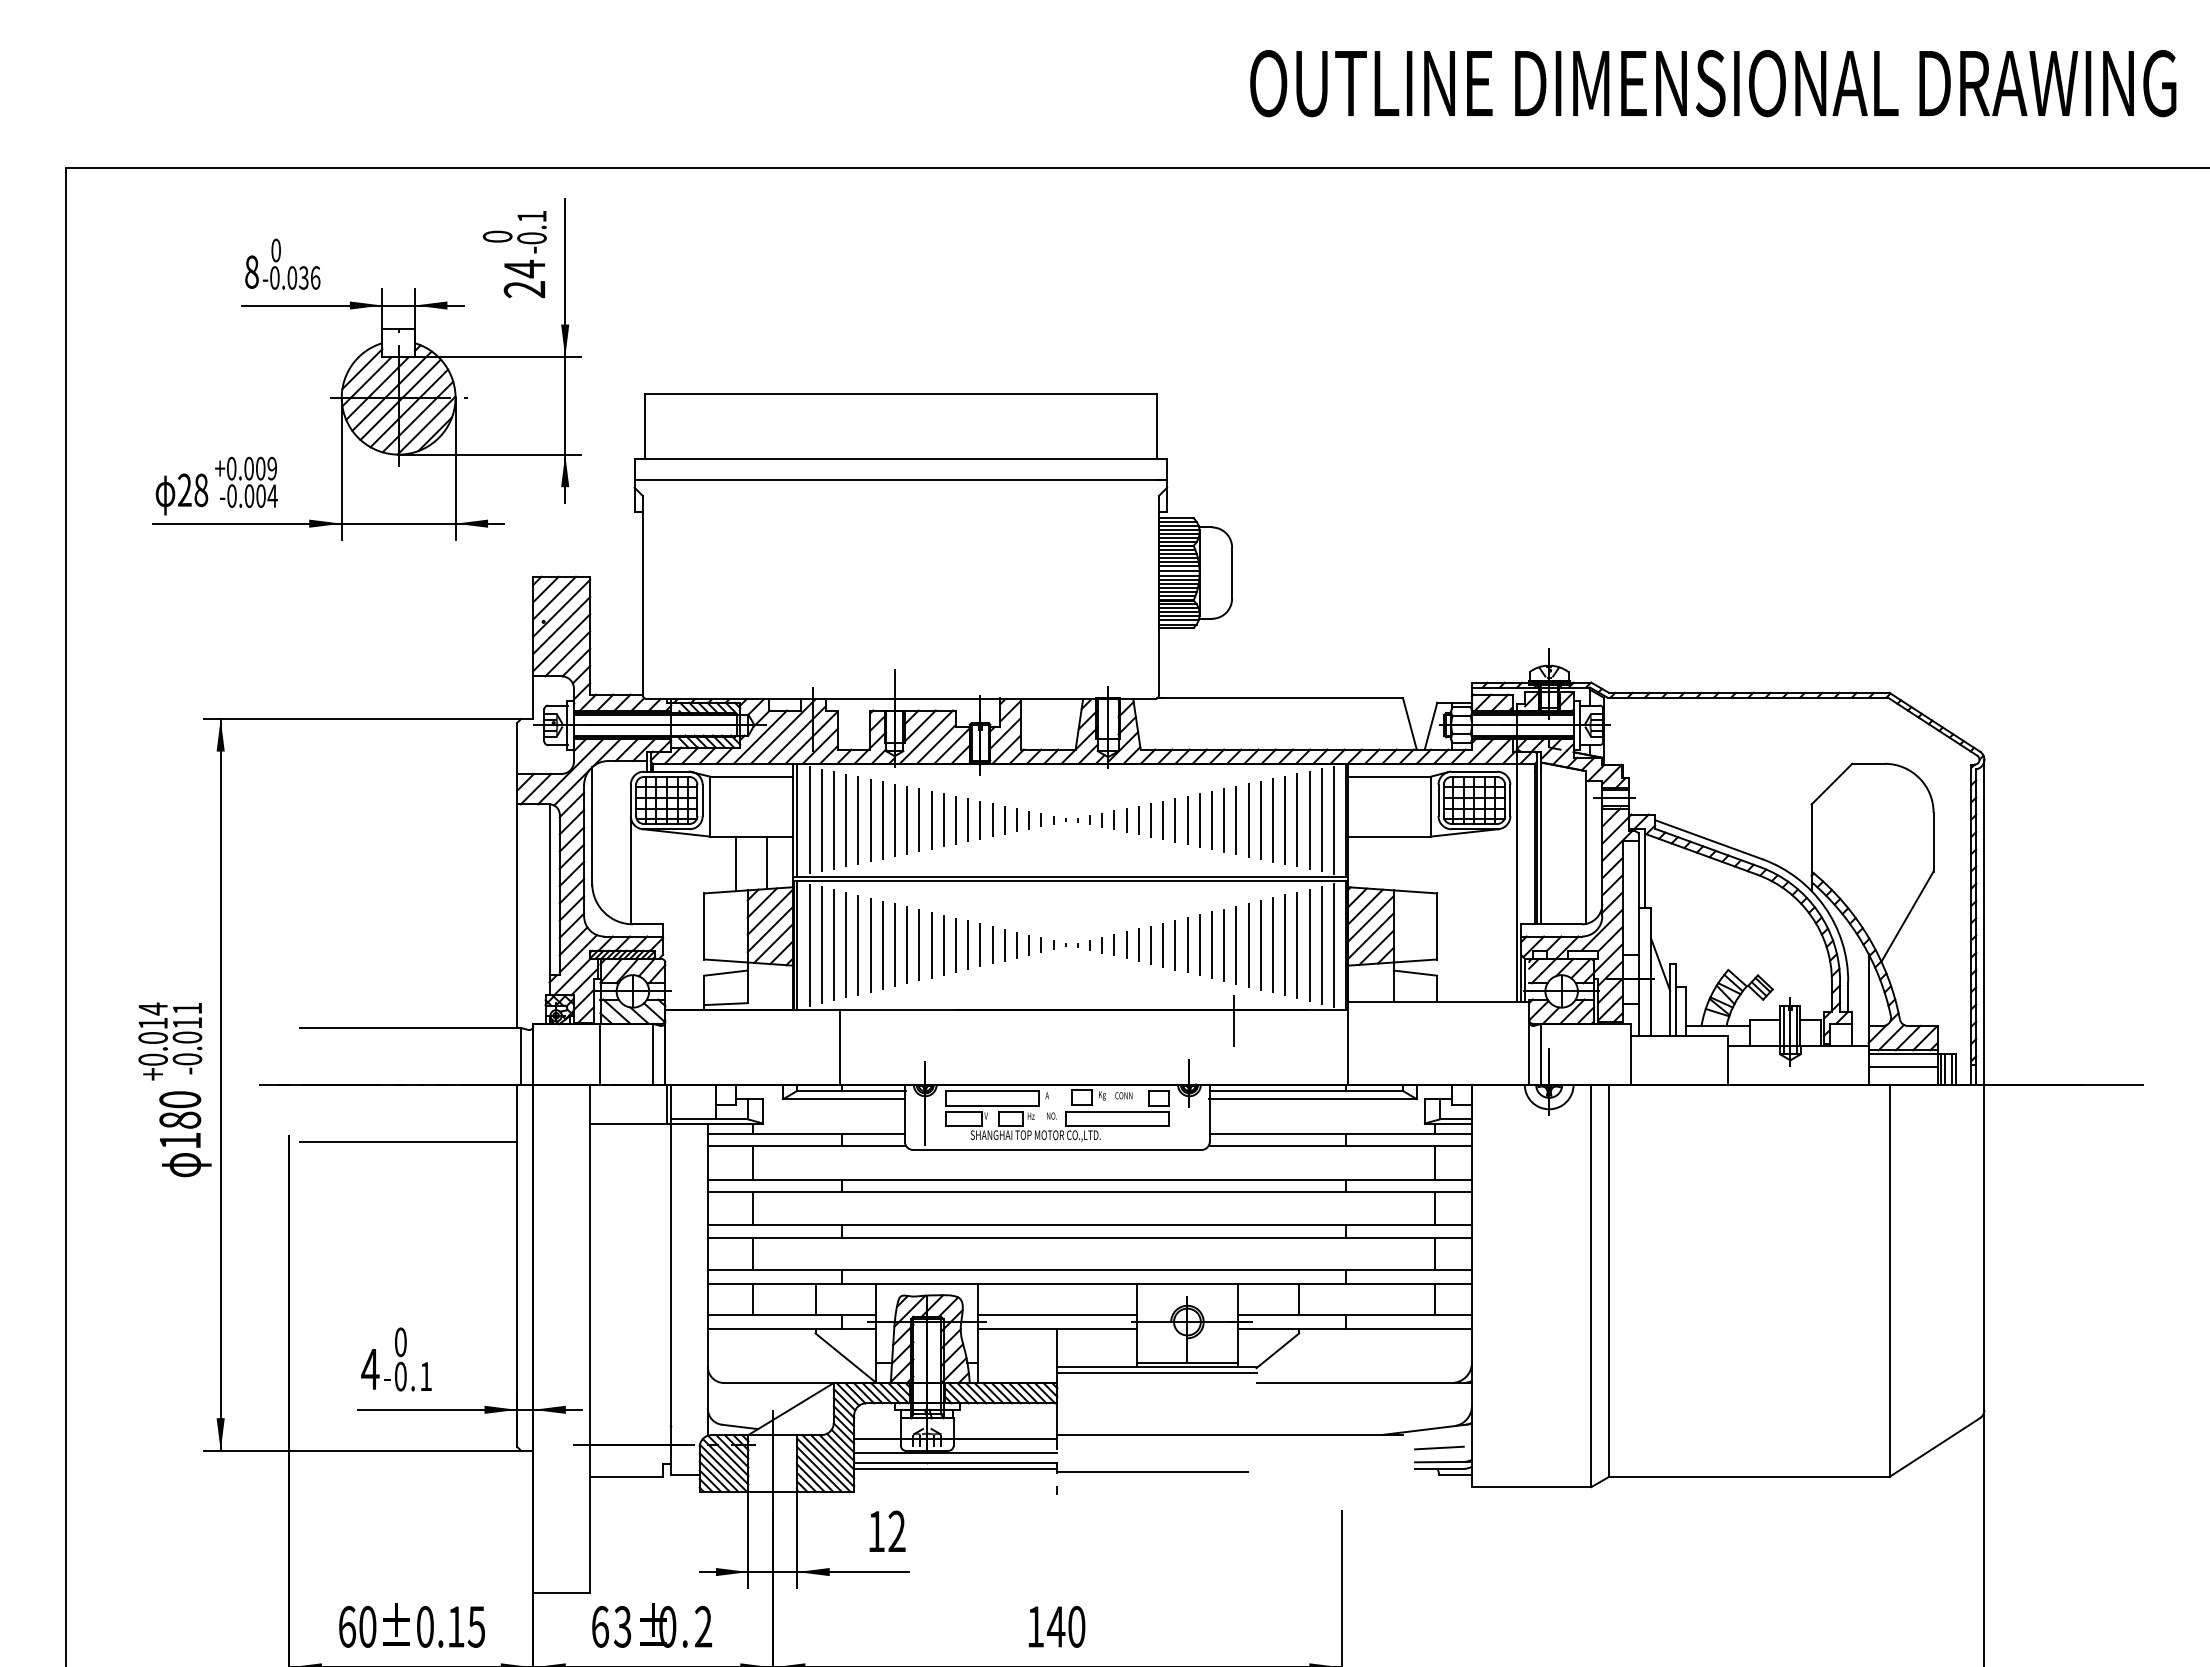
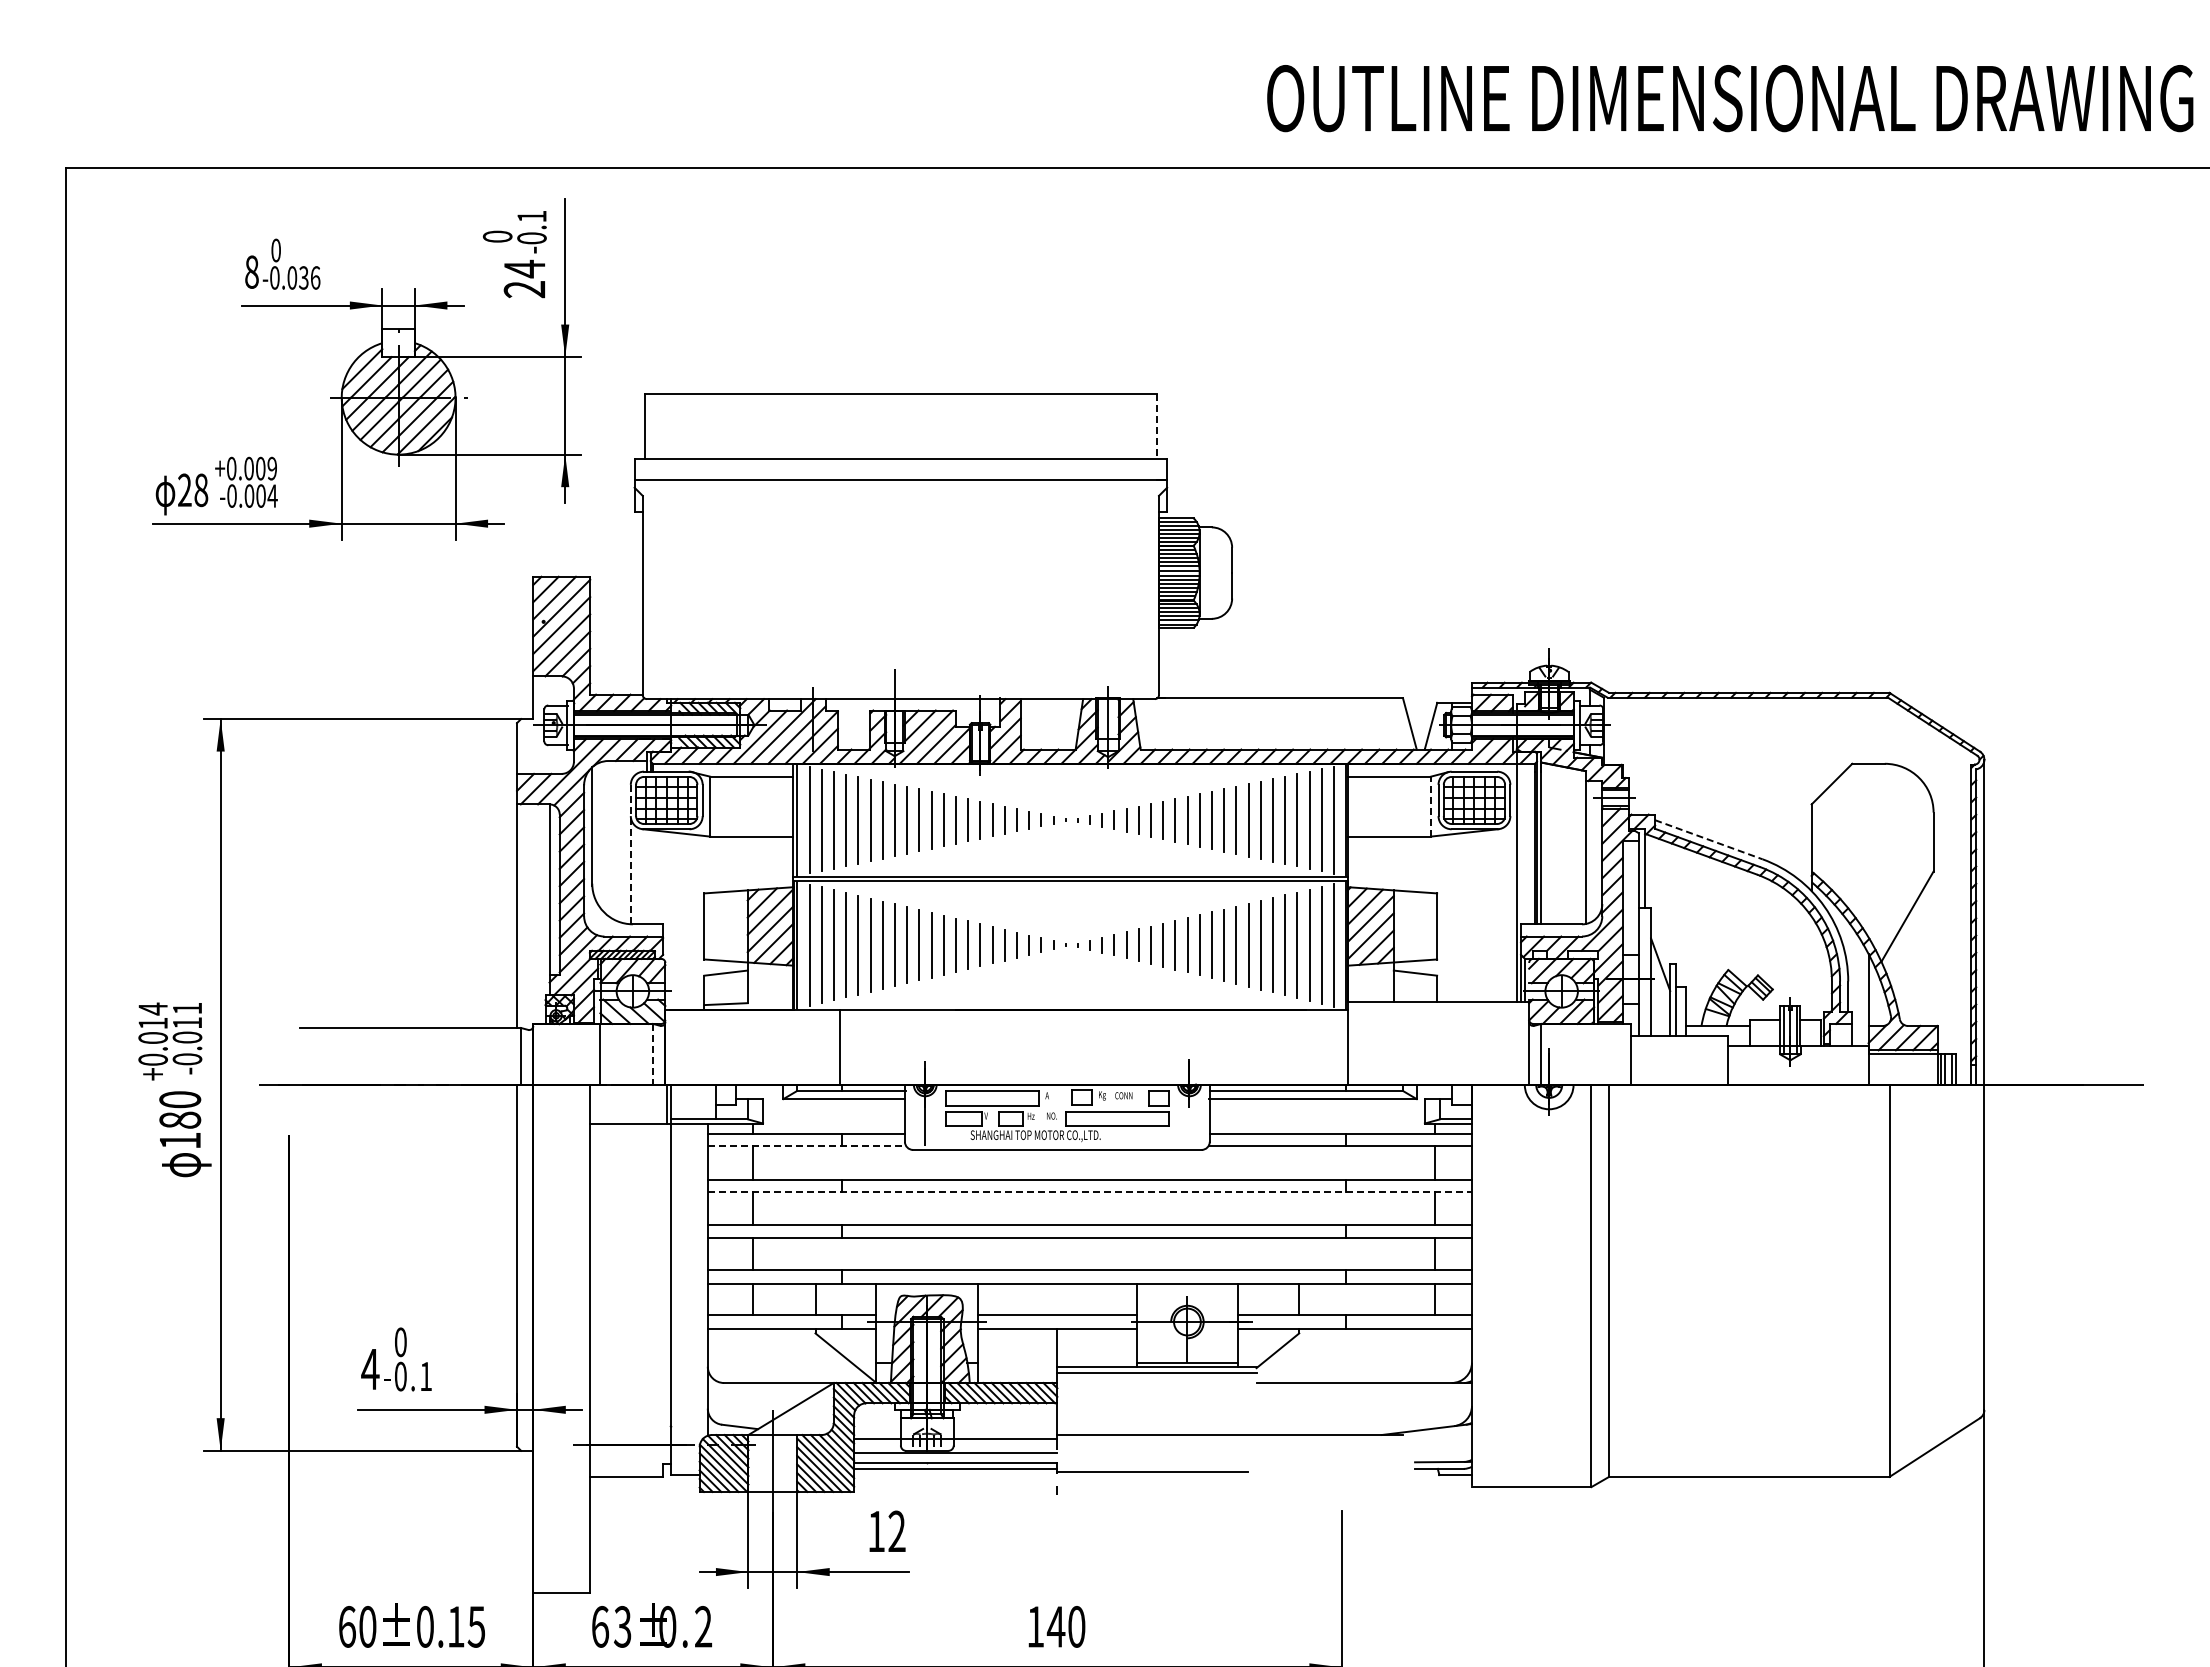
text at (1713, 83) position: (1713, 83) -> (1730, 98)
line at (1156, 426): solid -> dashed
line at (1431, 806): solid -> dashed
line at (1709, 839): solid -> dashed
line at (630, 854): solid -> dashed
line at (767, 862): present -> none
line at (736, 863): present -> none
line at (1234, 1021): present -> none
line at (653, 1054): solid -> dashed
line at (1902, 1066): present -> none
line at (408, 1141): present -> none
line at (807, 1145): solid -> dashed
line at (1090, 1191): solid -> dashed
line at (1439, 1447): present -> none
